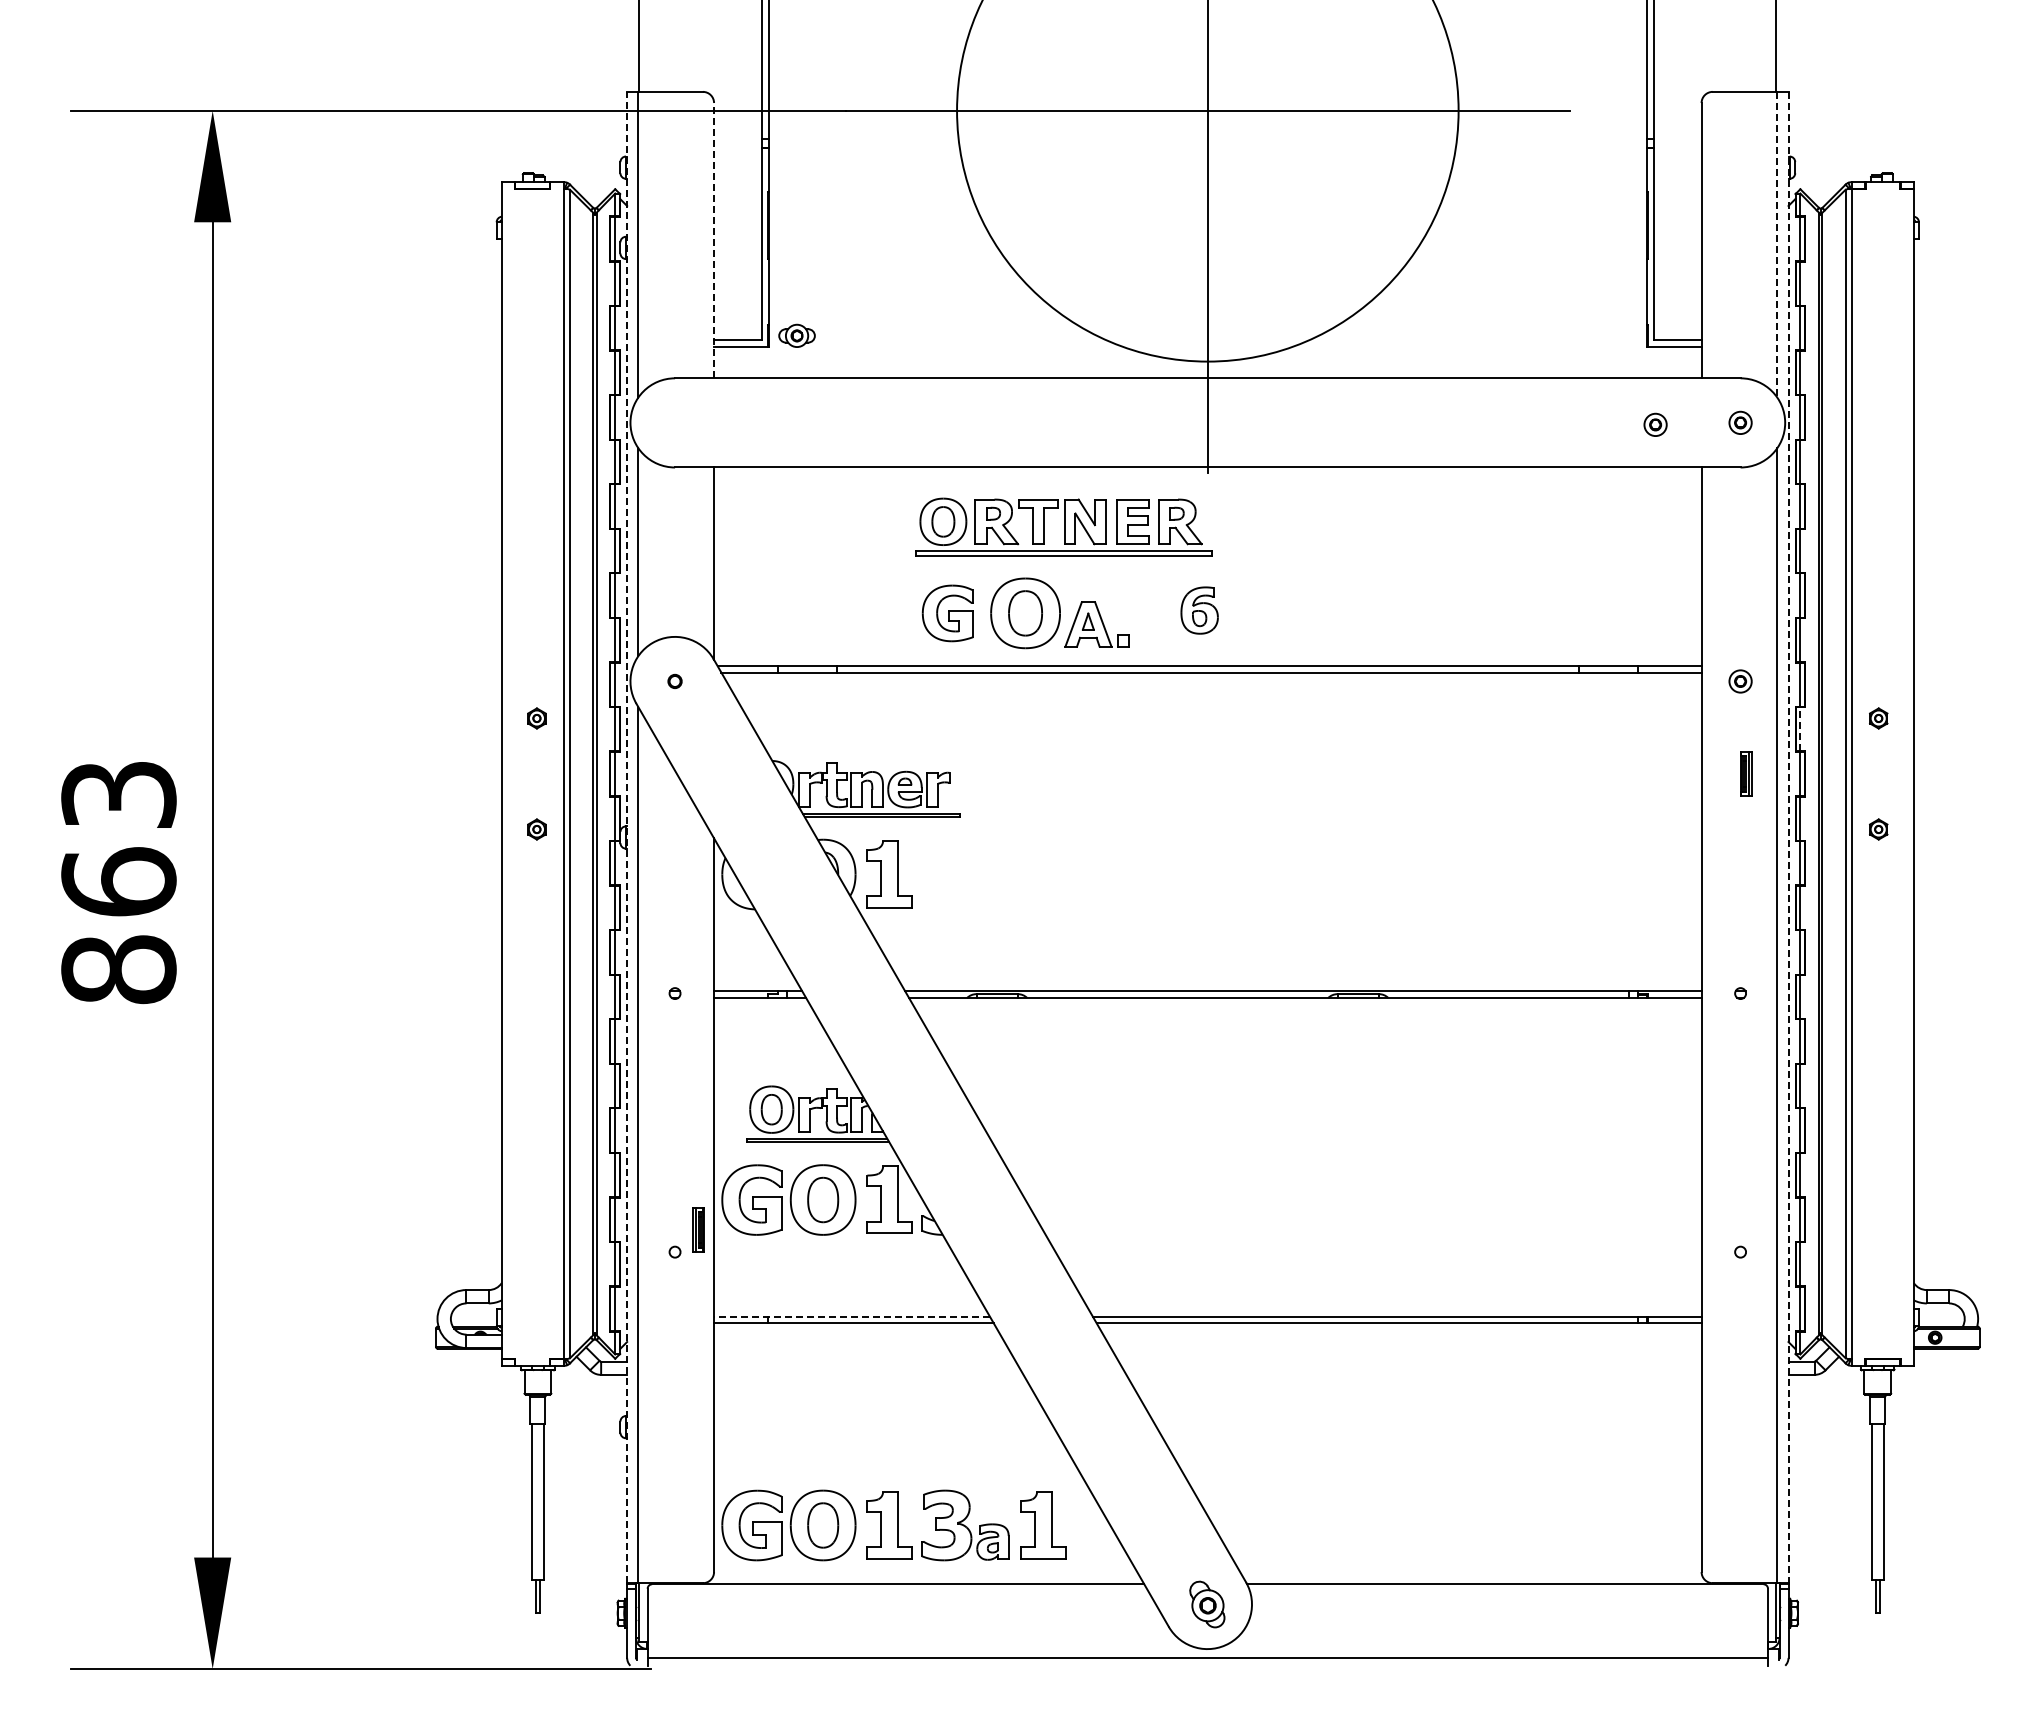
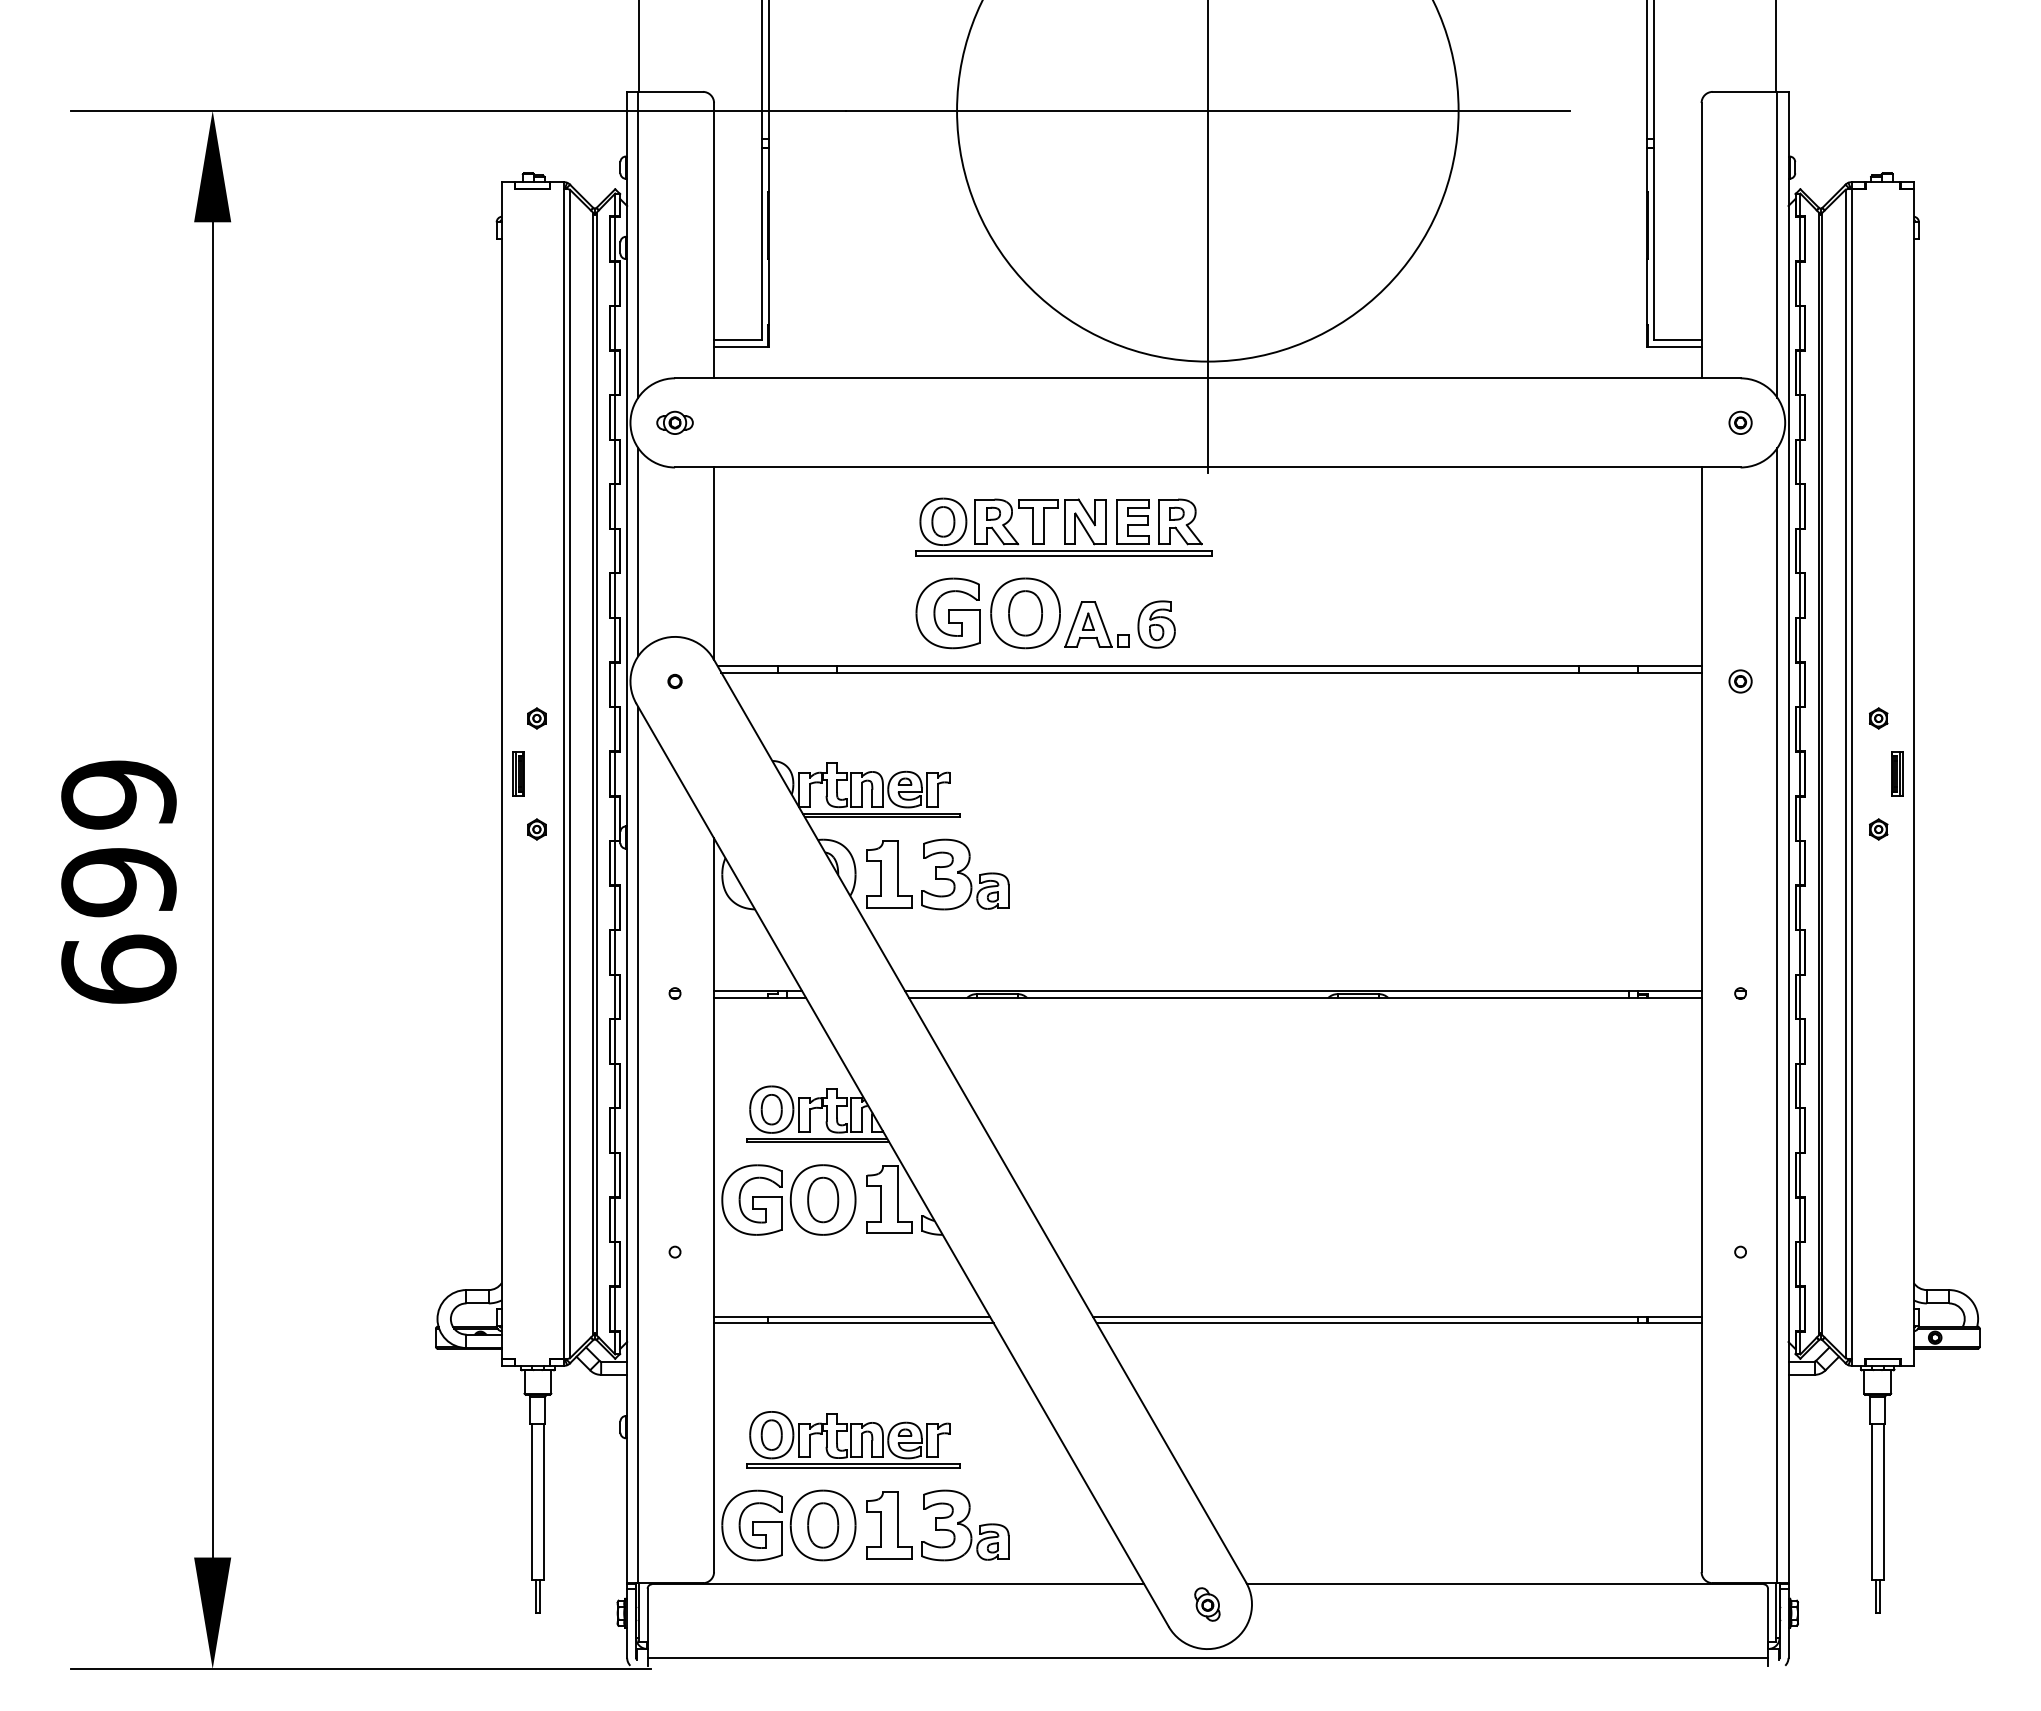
line at (714, 240): dashed -> solid
line at (1777, 244): dashed -> solid
part at (796, 335) position: (796, 335) -> (674, 422)
part at (1655, 424): present -> none
part at (1199, 610) position: (1199, 610) -> (1156, 624)
part at (947, 613) size: 53x59 px -> 66x73 px
line at (1800, 728): dashed -> solid
part at (1746, 773) position: (1746, 773) -> (1897, 773)
line at (627, 837): dashed -> solid
line at (1788, 837): dashed -> solid
part at (965, 874): none -> present
text at (118, 882): 863 -> 699
part at (698, 1229) position: (698, 1229) -> (518, 773)
line at (852, 1316): dashed -> solid
part at (853, 1439): none -> present
part at (1043, 1525): present -> none
part at (1207, 1604) size: 37x49 px -> 27x35 px
